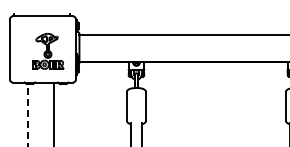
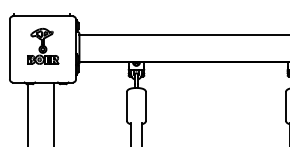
part at (48, 51) position: (48, 51) -> (43, 46)
line at (27, 115): dashed -> solid
